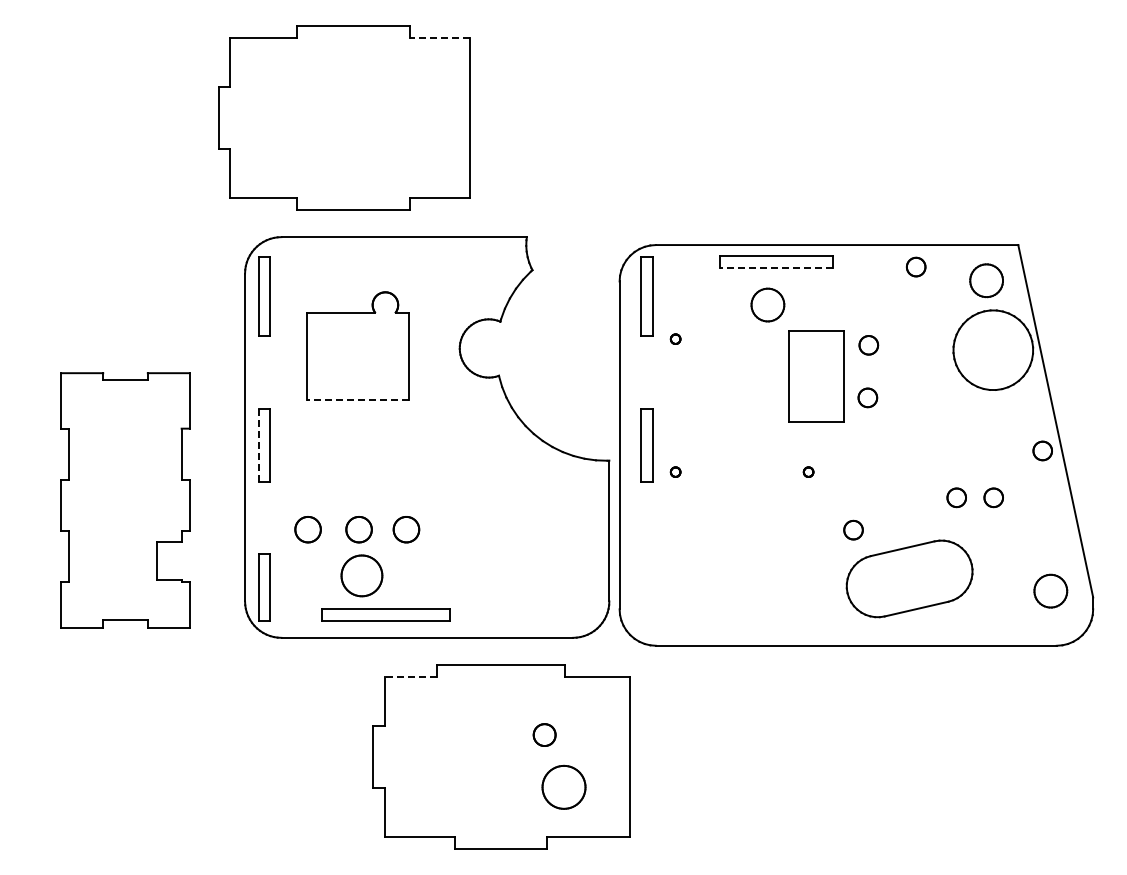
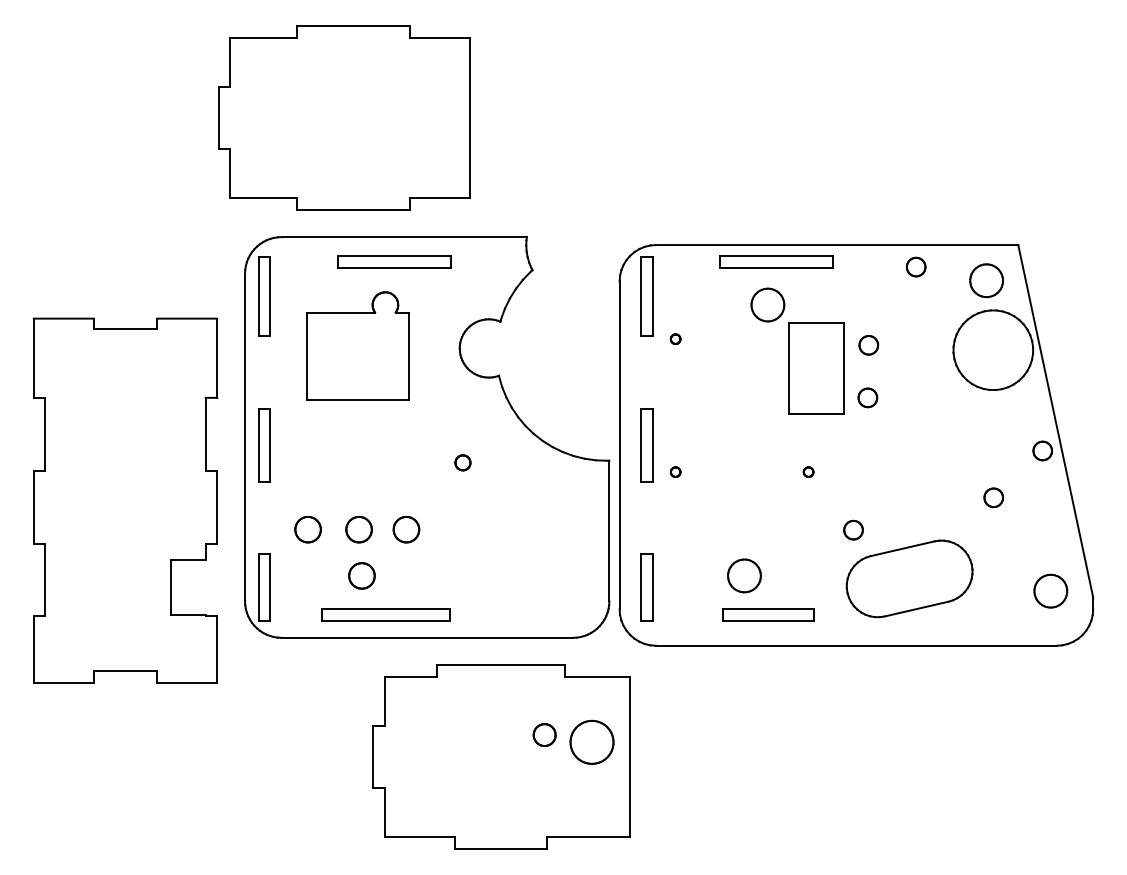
line at (439, 37): dashed -> solid
part at (394, 261): none -> present
line at (776, 267): dashed -> solid
part at (816, 376) position: (816, 376) -> (816, 368)
line at (357, 399): dashed -> solid
line at (258, 444): dashed -> solid
part at (462, 462): none -> present
part at (956, 497): present -> none
part at (125, 500) size: 131x257 px -> 187x367 px
part at (361, 575) size: 44x44 px -> 28x28 px
part at (744, 575): none -> present
part at (646, 587): none -> present
part at (768, 614): none -> present
line at (410, 676): dashed -> solid
part at (563, 786) position: (563, 786) -> (591, 741)
